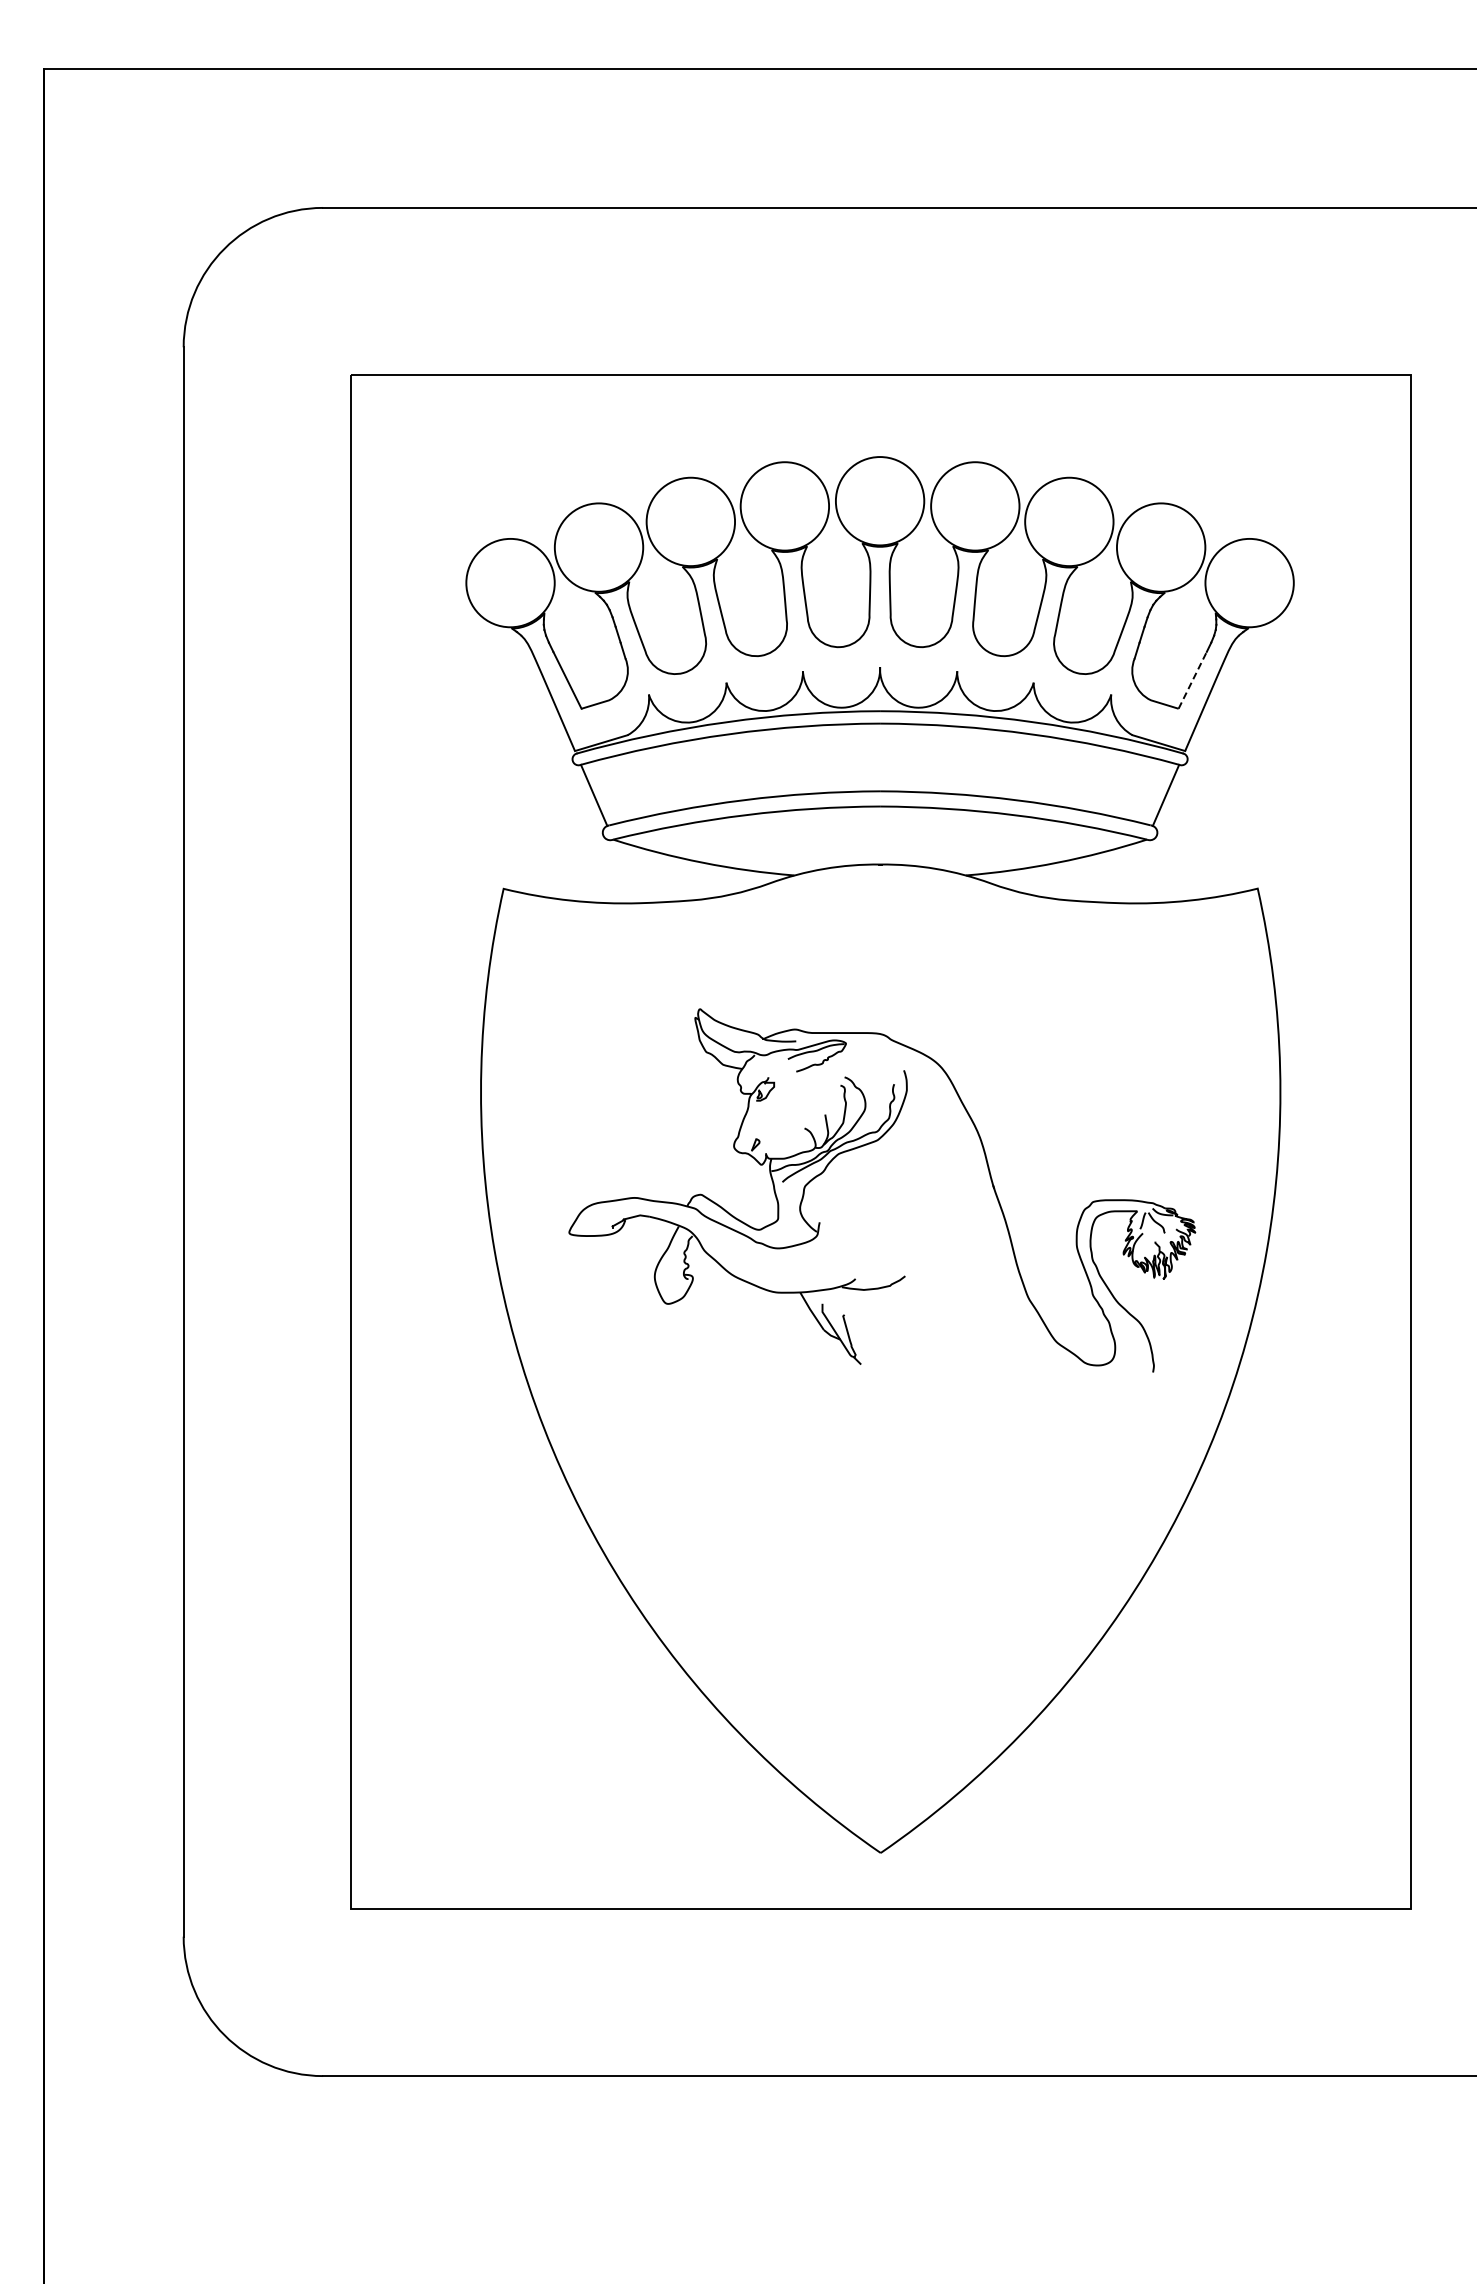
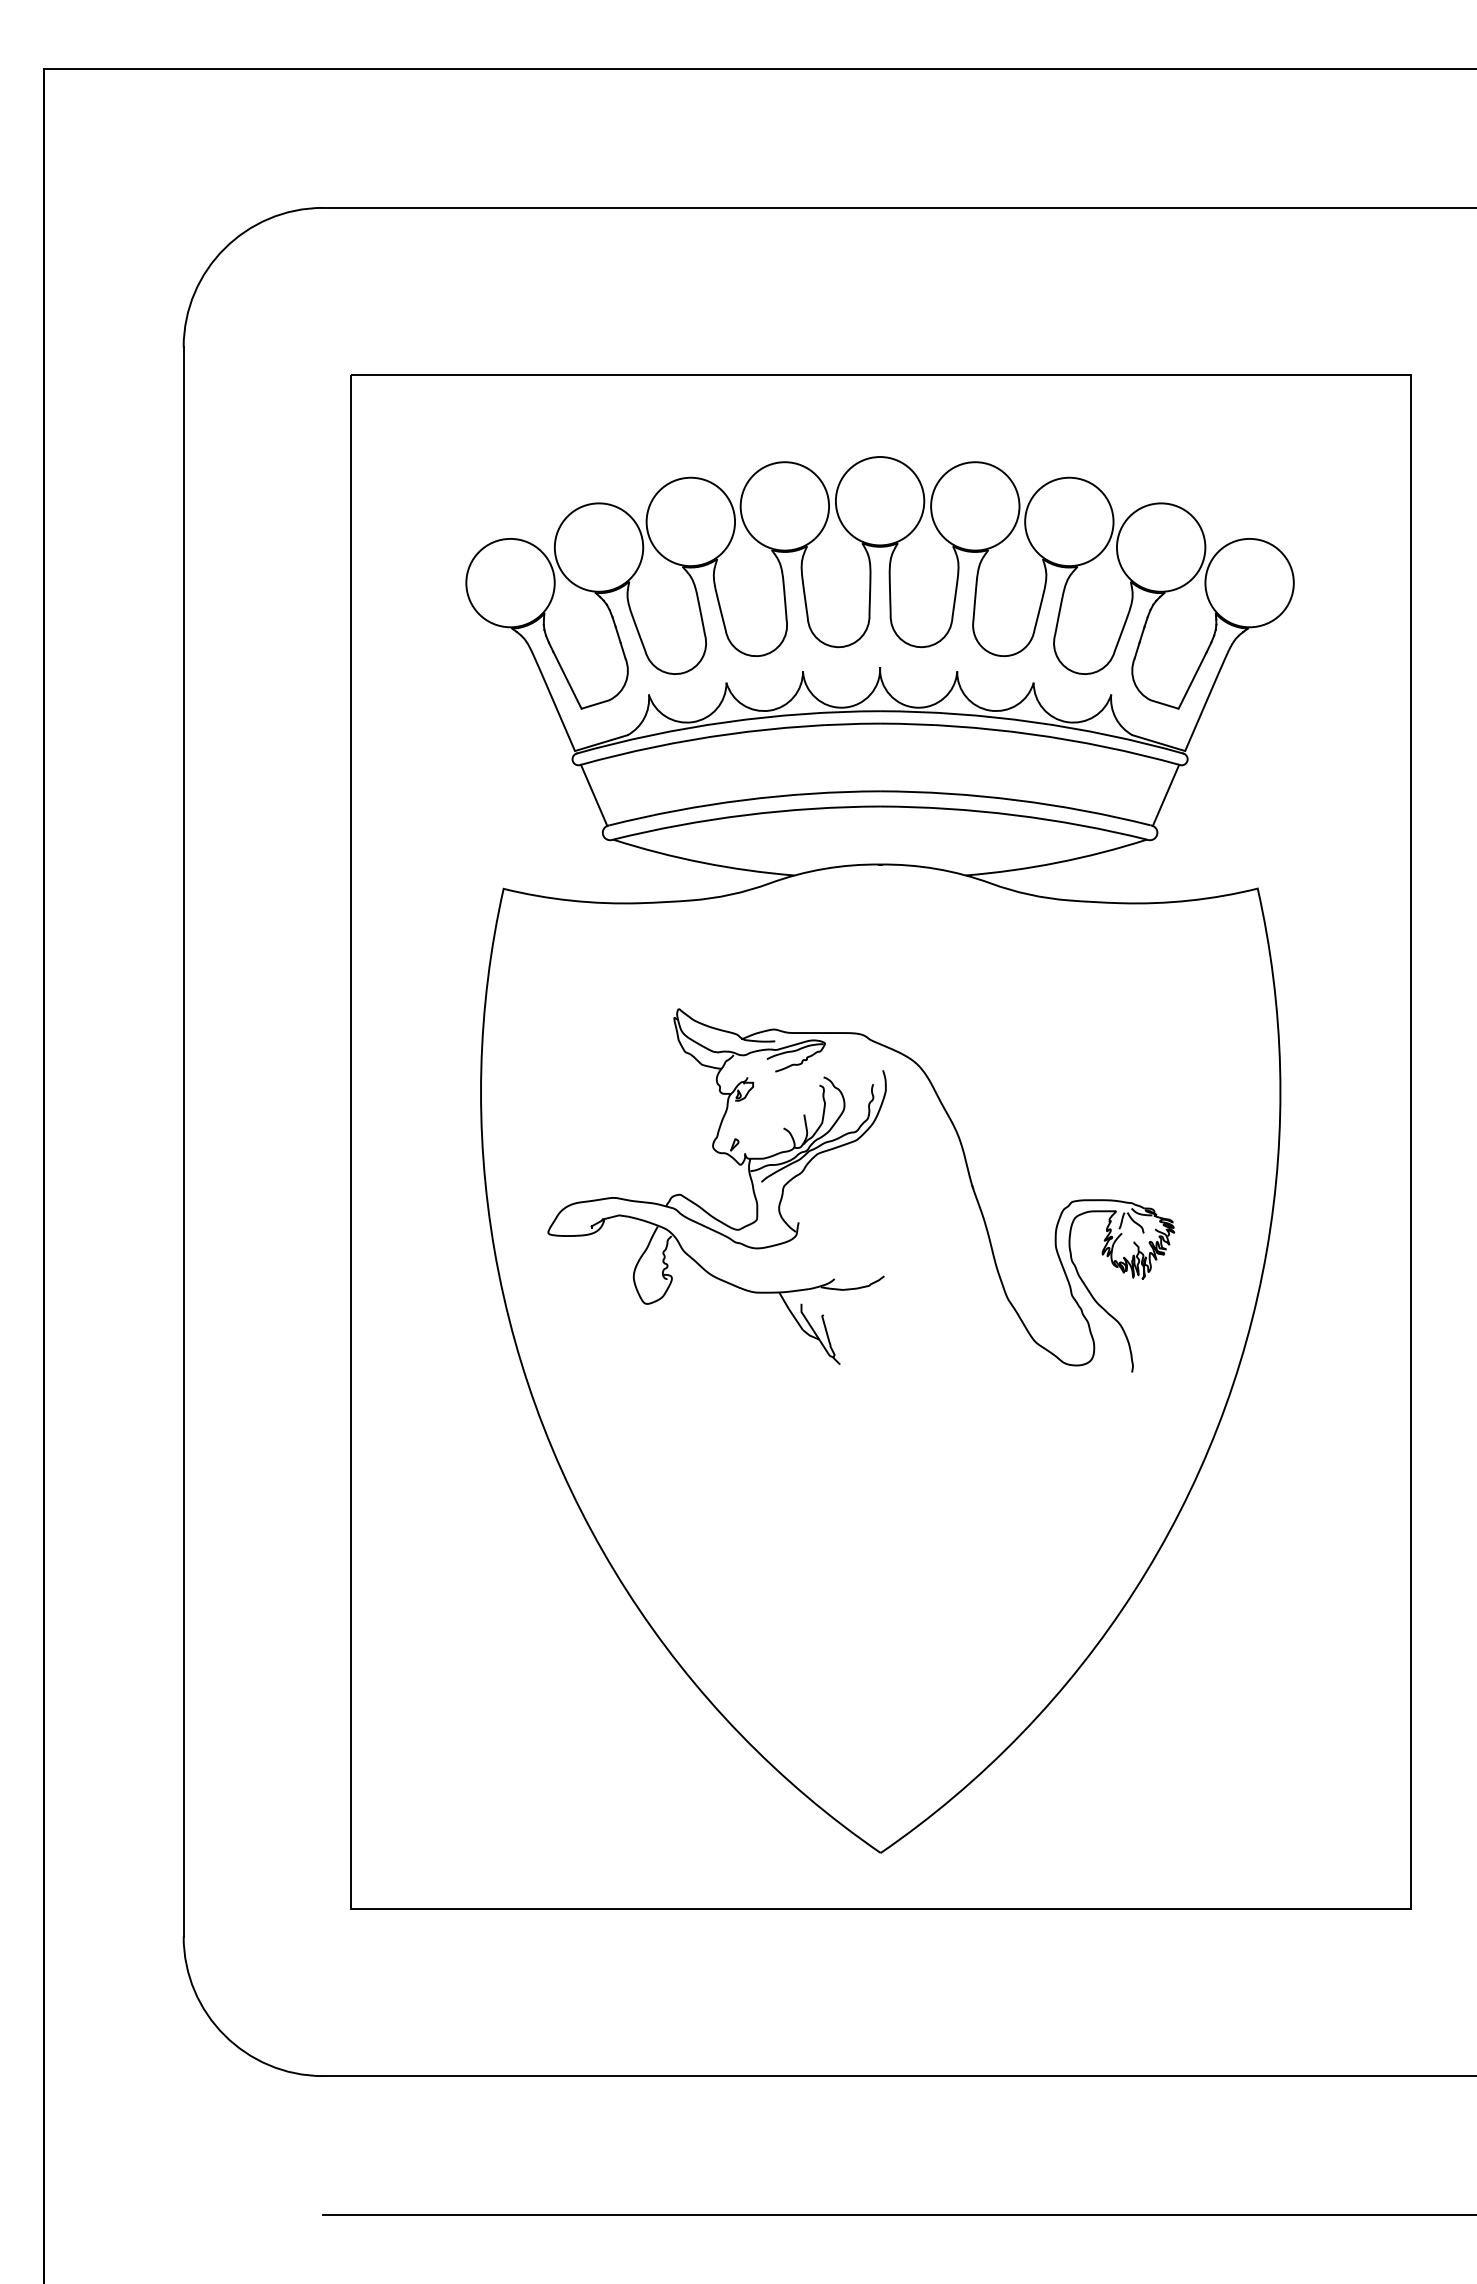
line at (1192, 680): dashed -> solid
part at (864, 1146) position: (864, 1146) -> (843, 1146)
line at (898, 2215): none -> present
